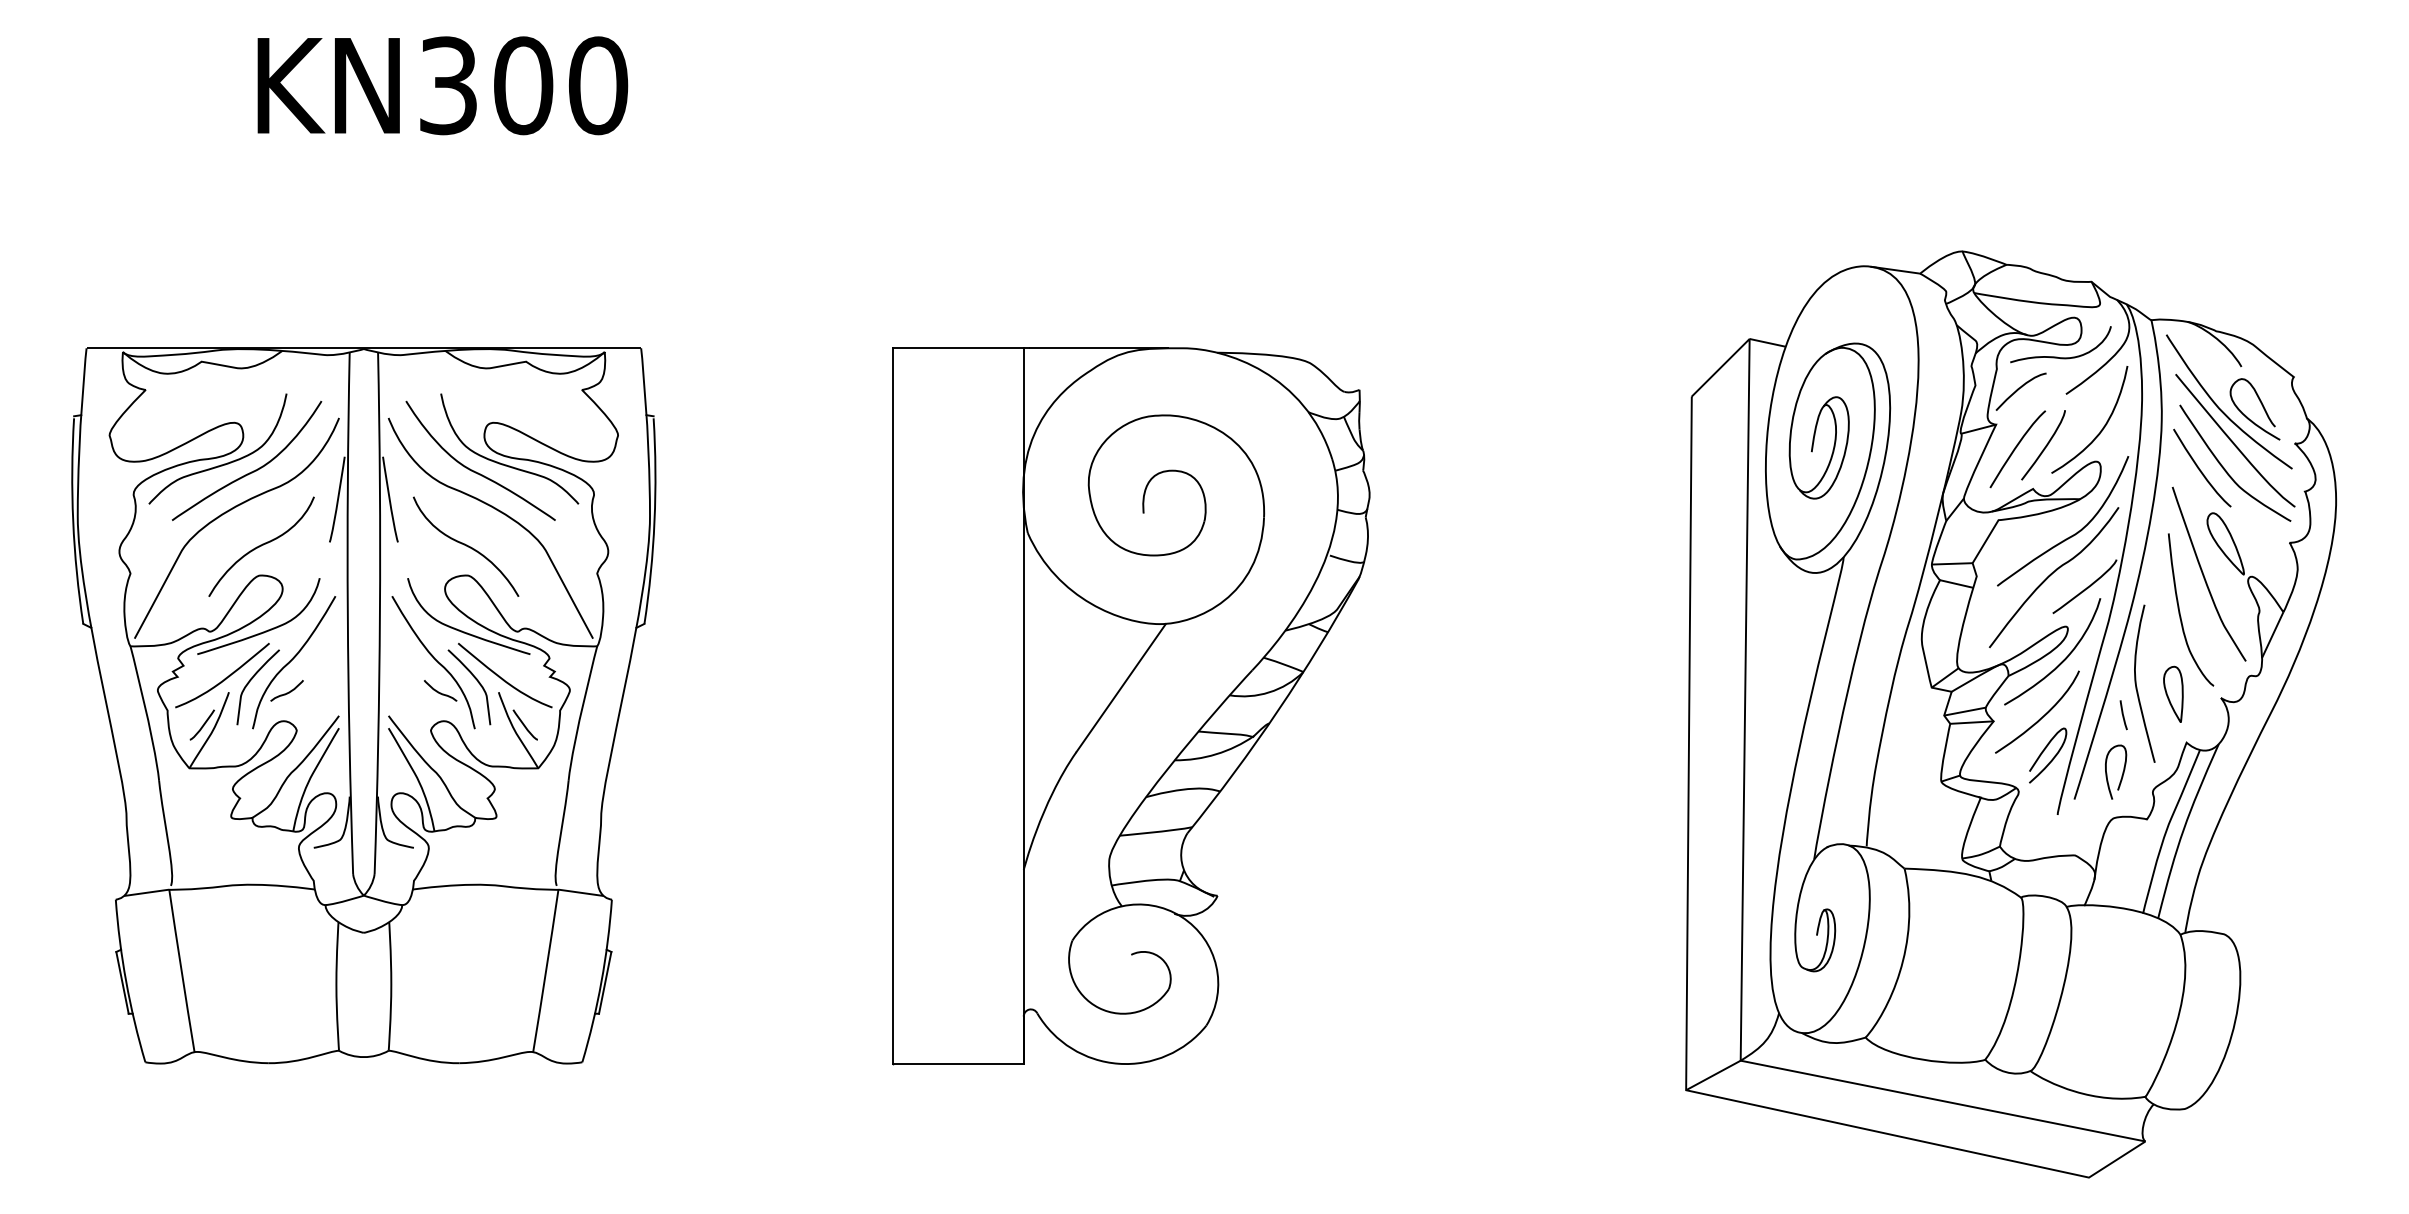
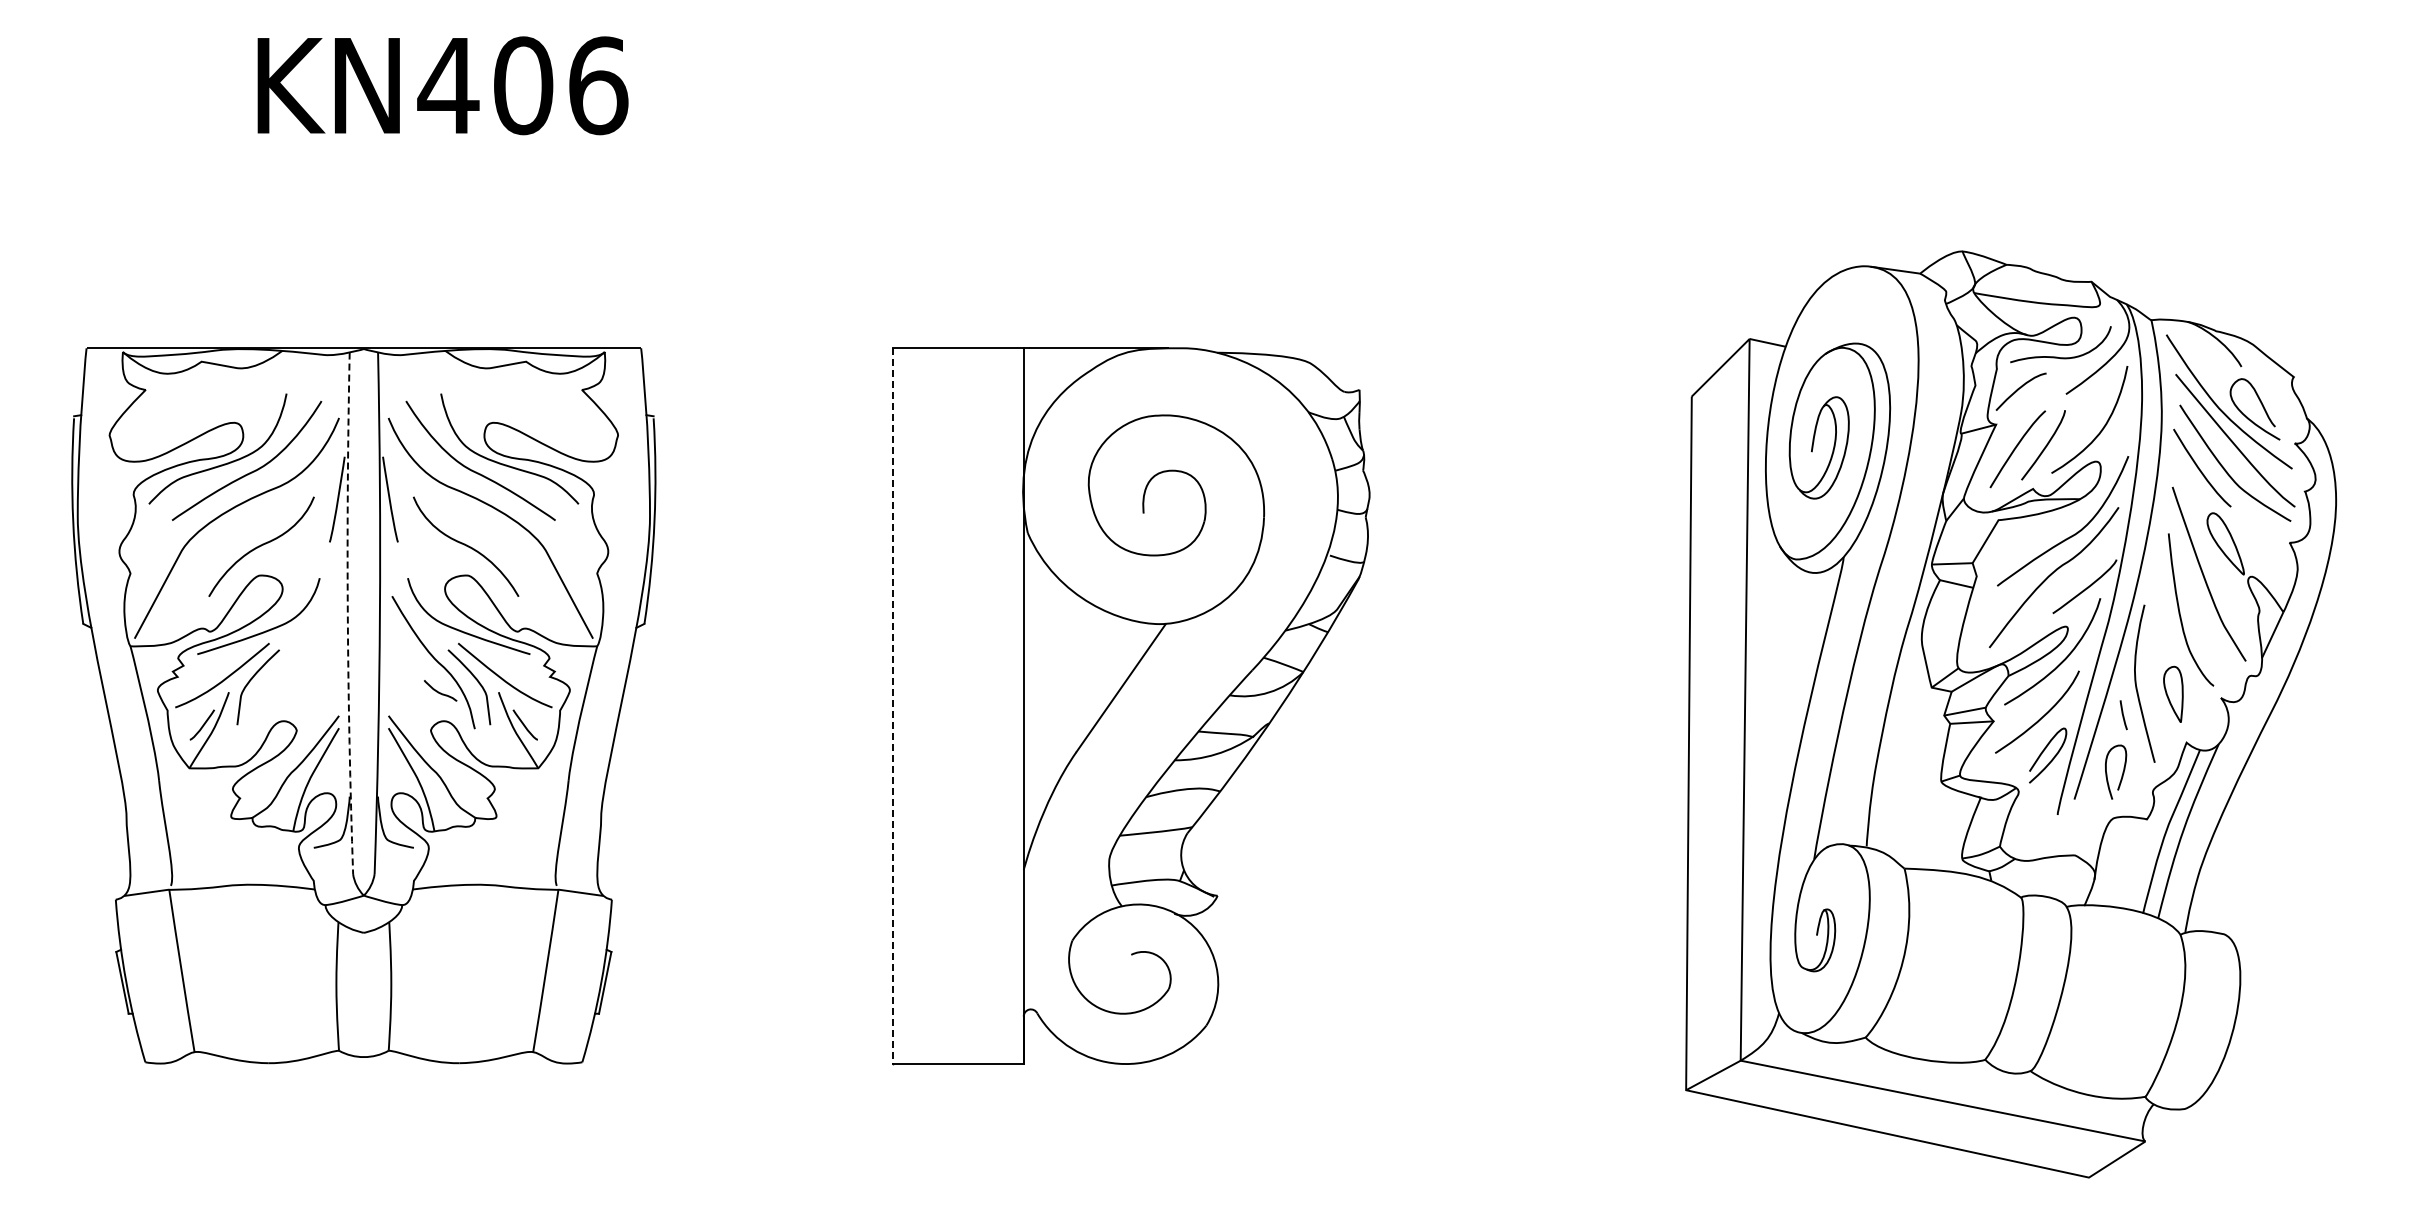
text at (522, 85): KN300 -> KN406
arc at (347, 613): solid -> dashed
part at (294, 662): present -> none
line at (892, 705): solid -> dashed
